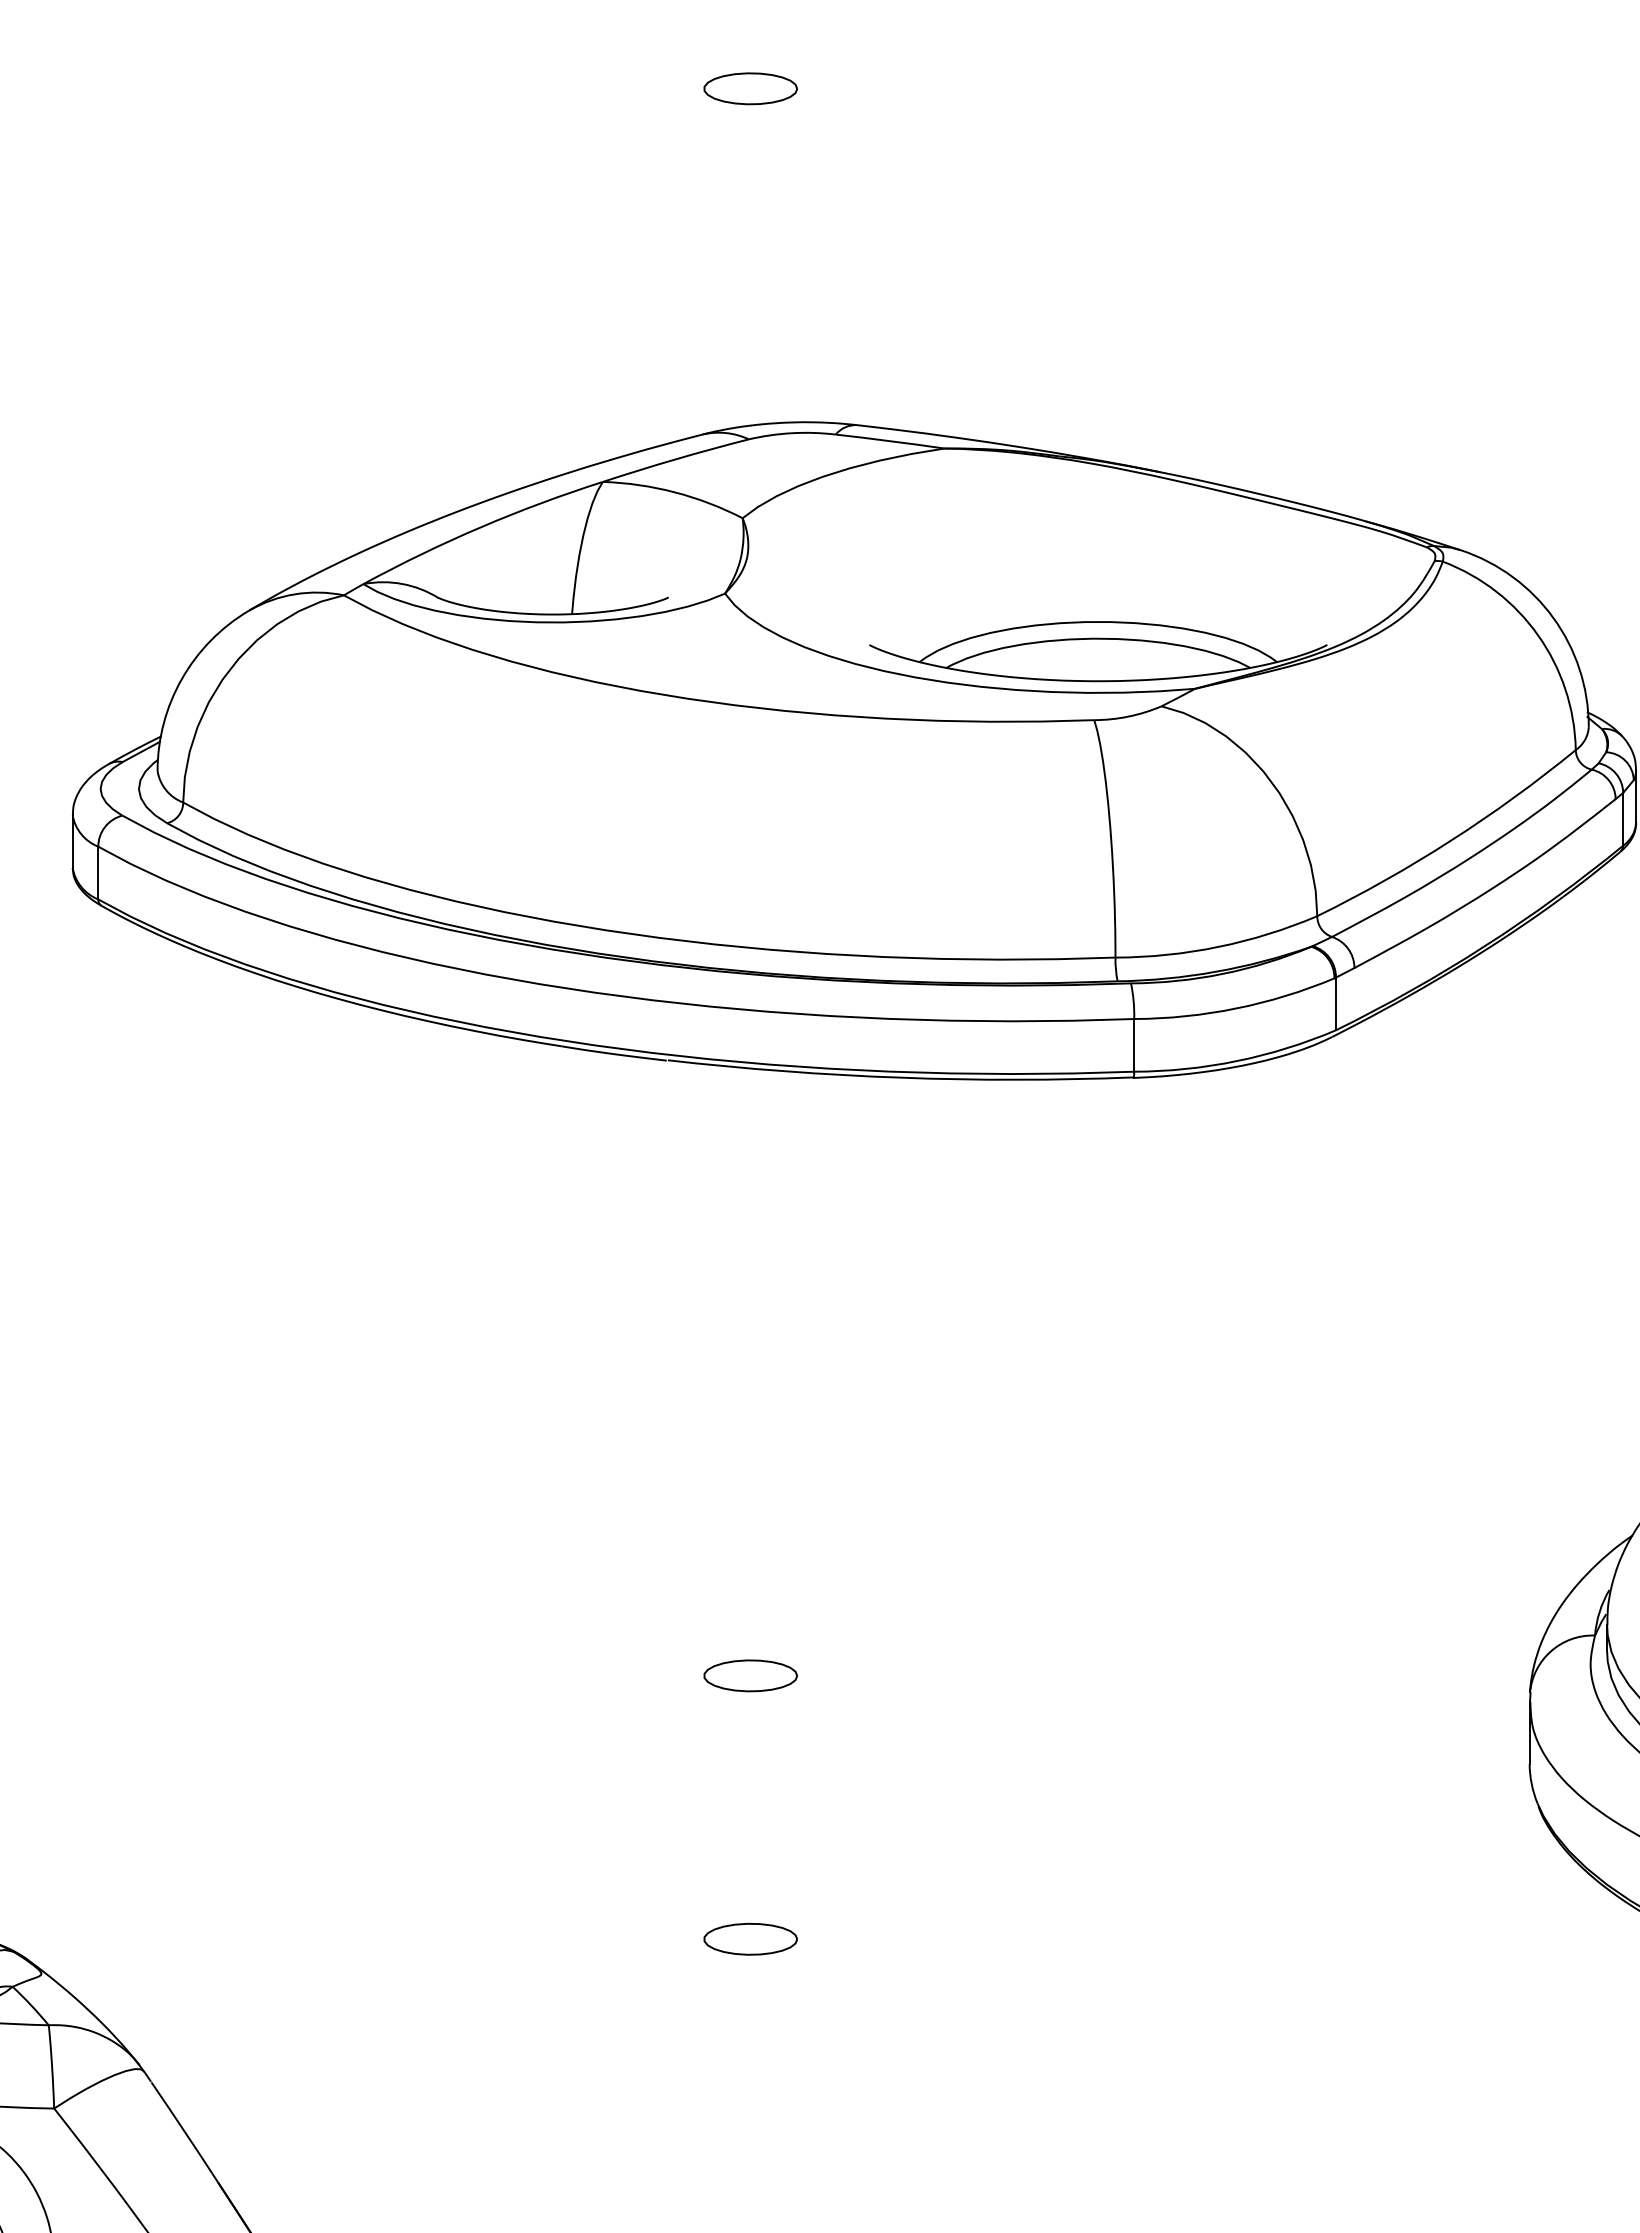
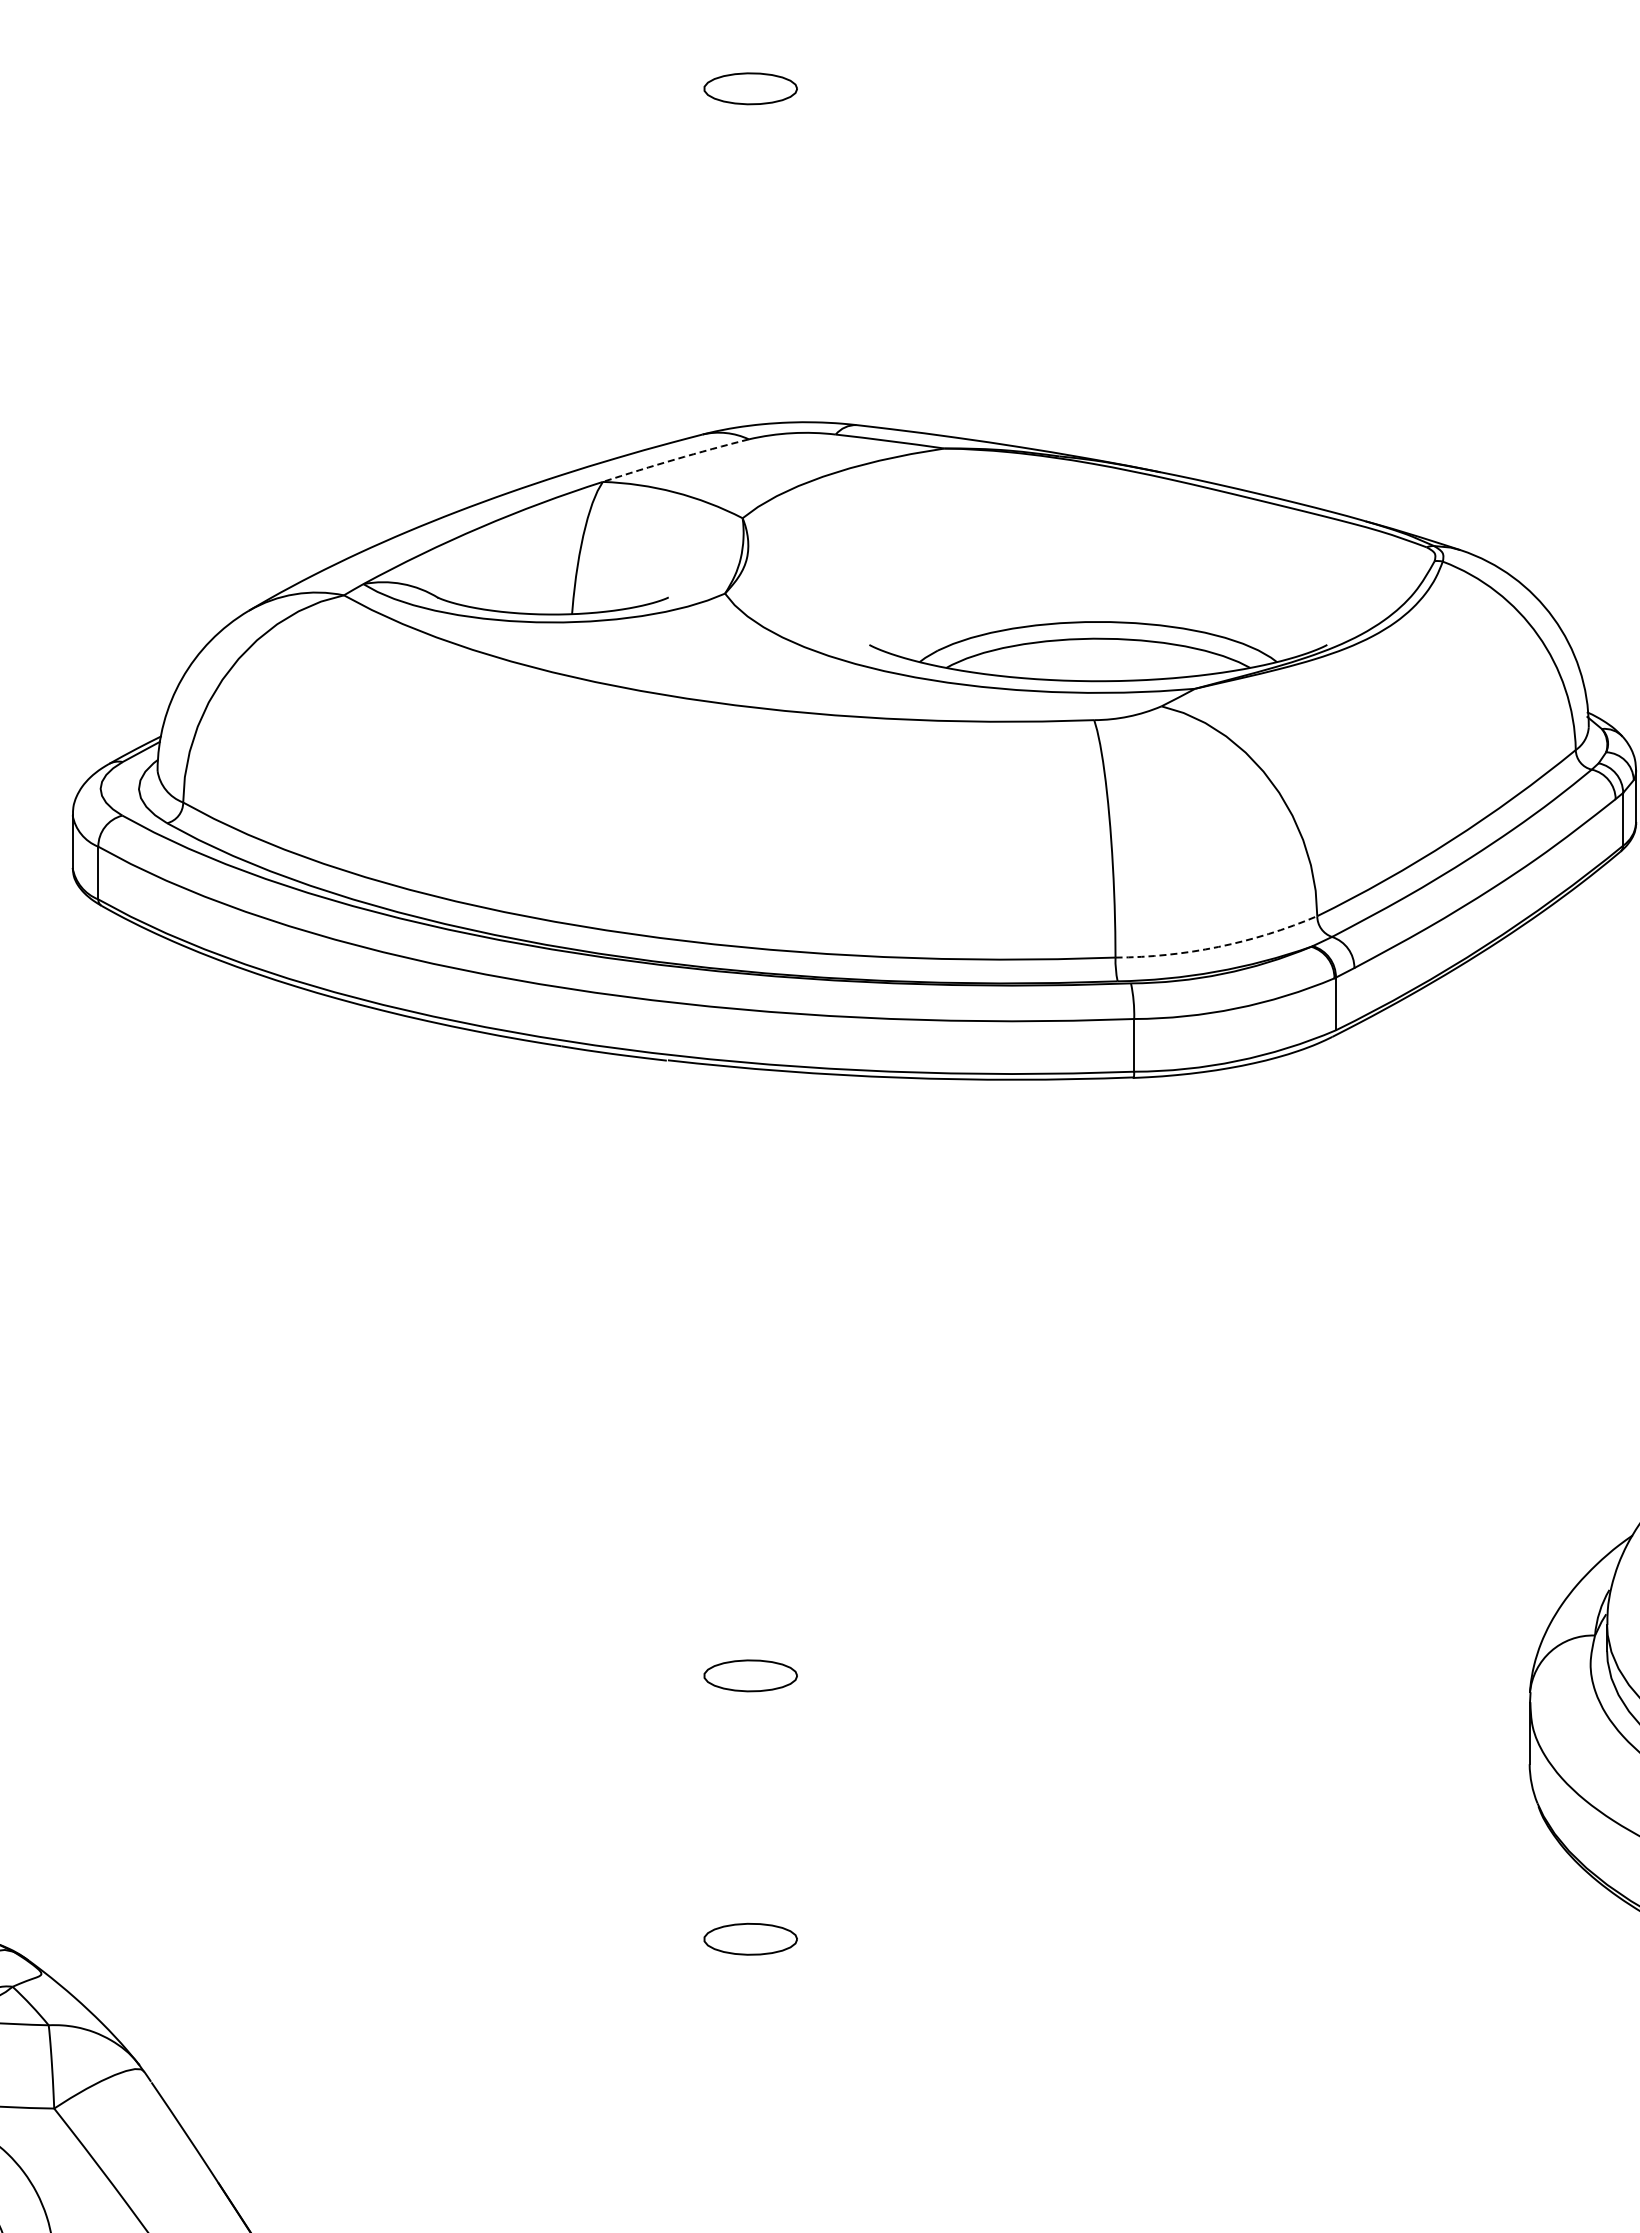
arc at (675, 459): solid -> dashed
arc at (1218, 946): solid -> dashed
